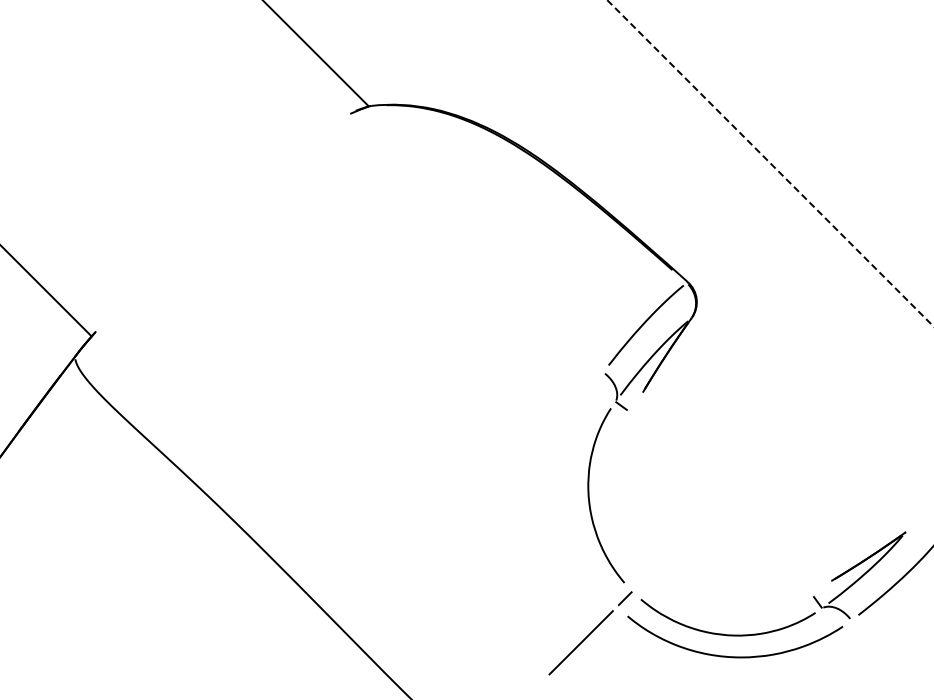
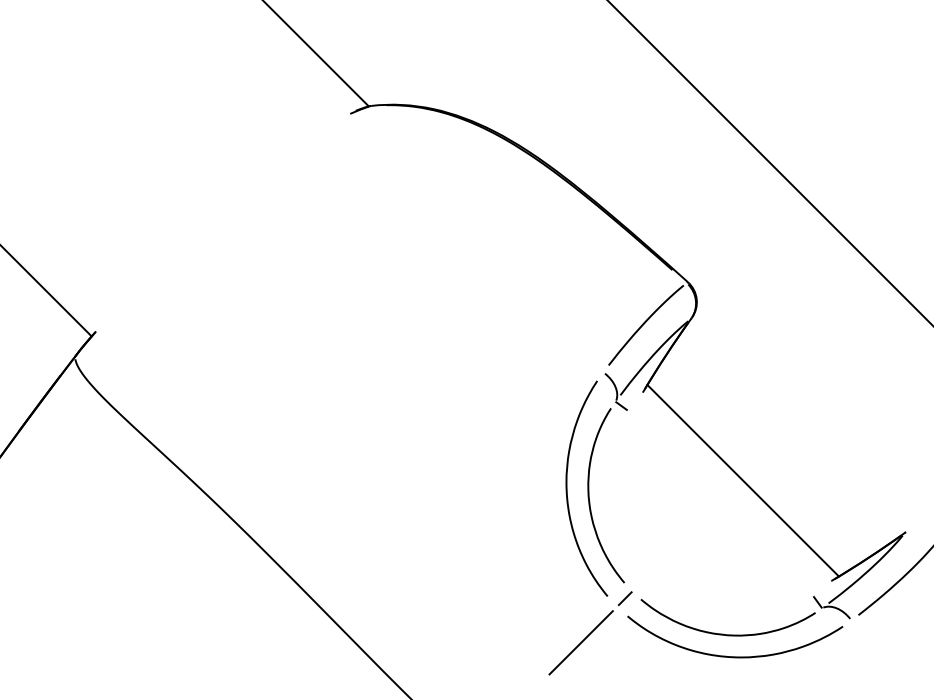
line at (770, 163): dashed -> solid
line at (742, 480): none -> present
curve at (567, 488): none -> present
